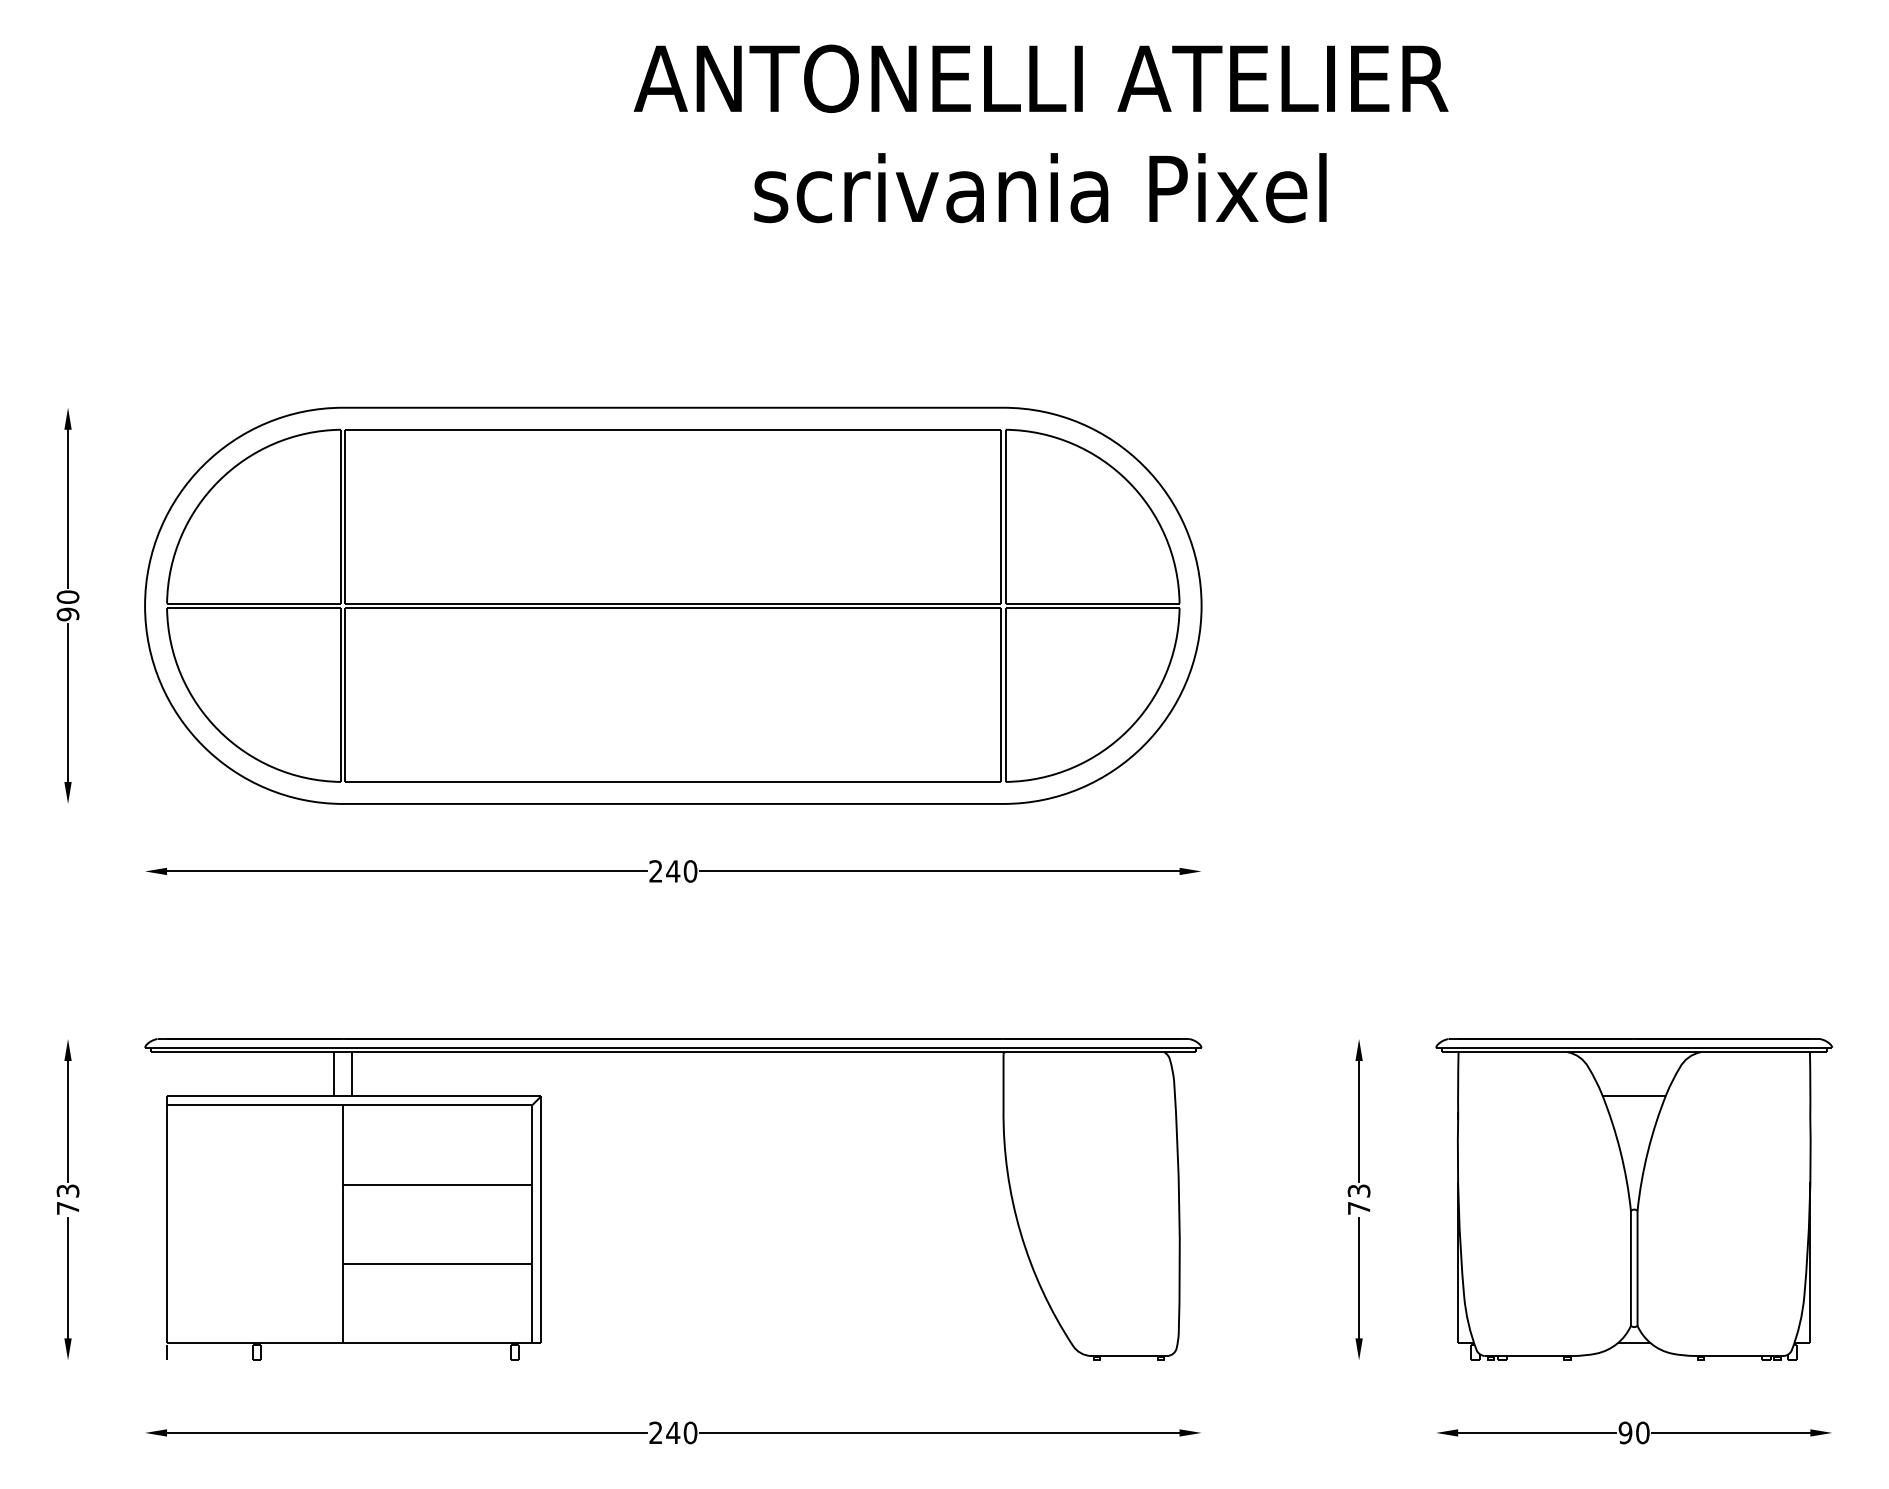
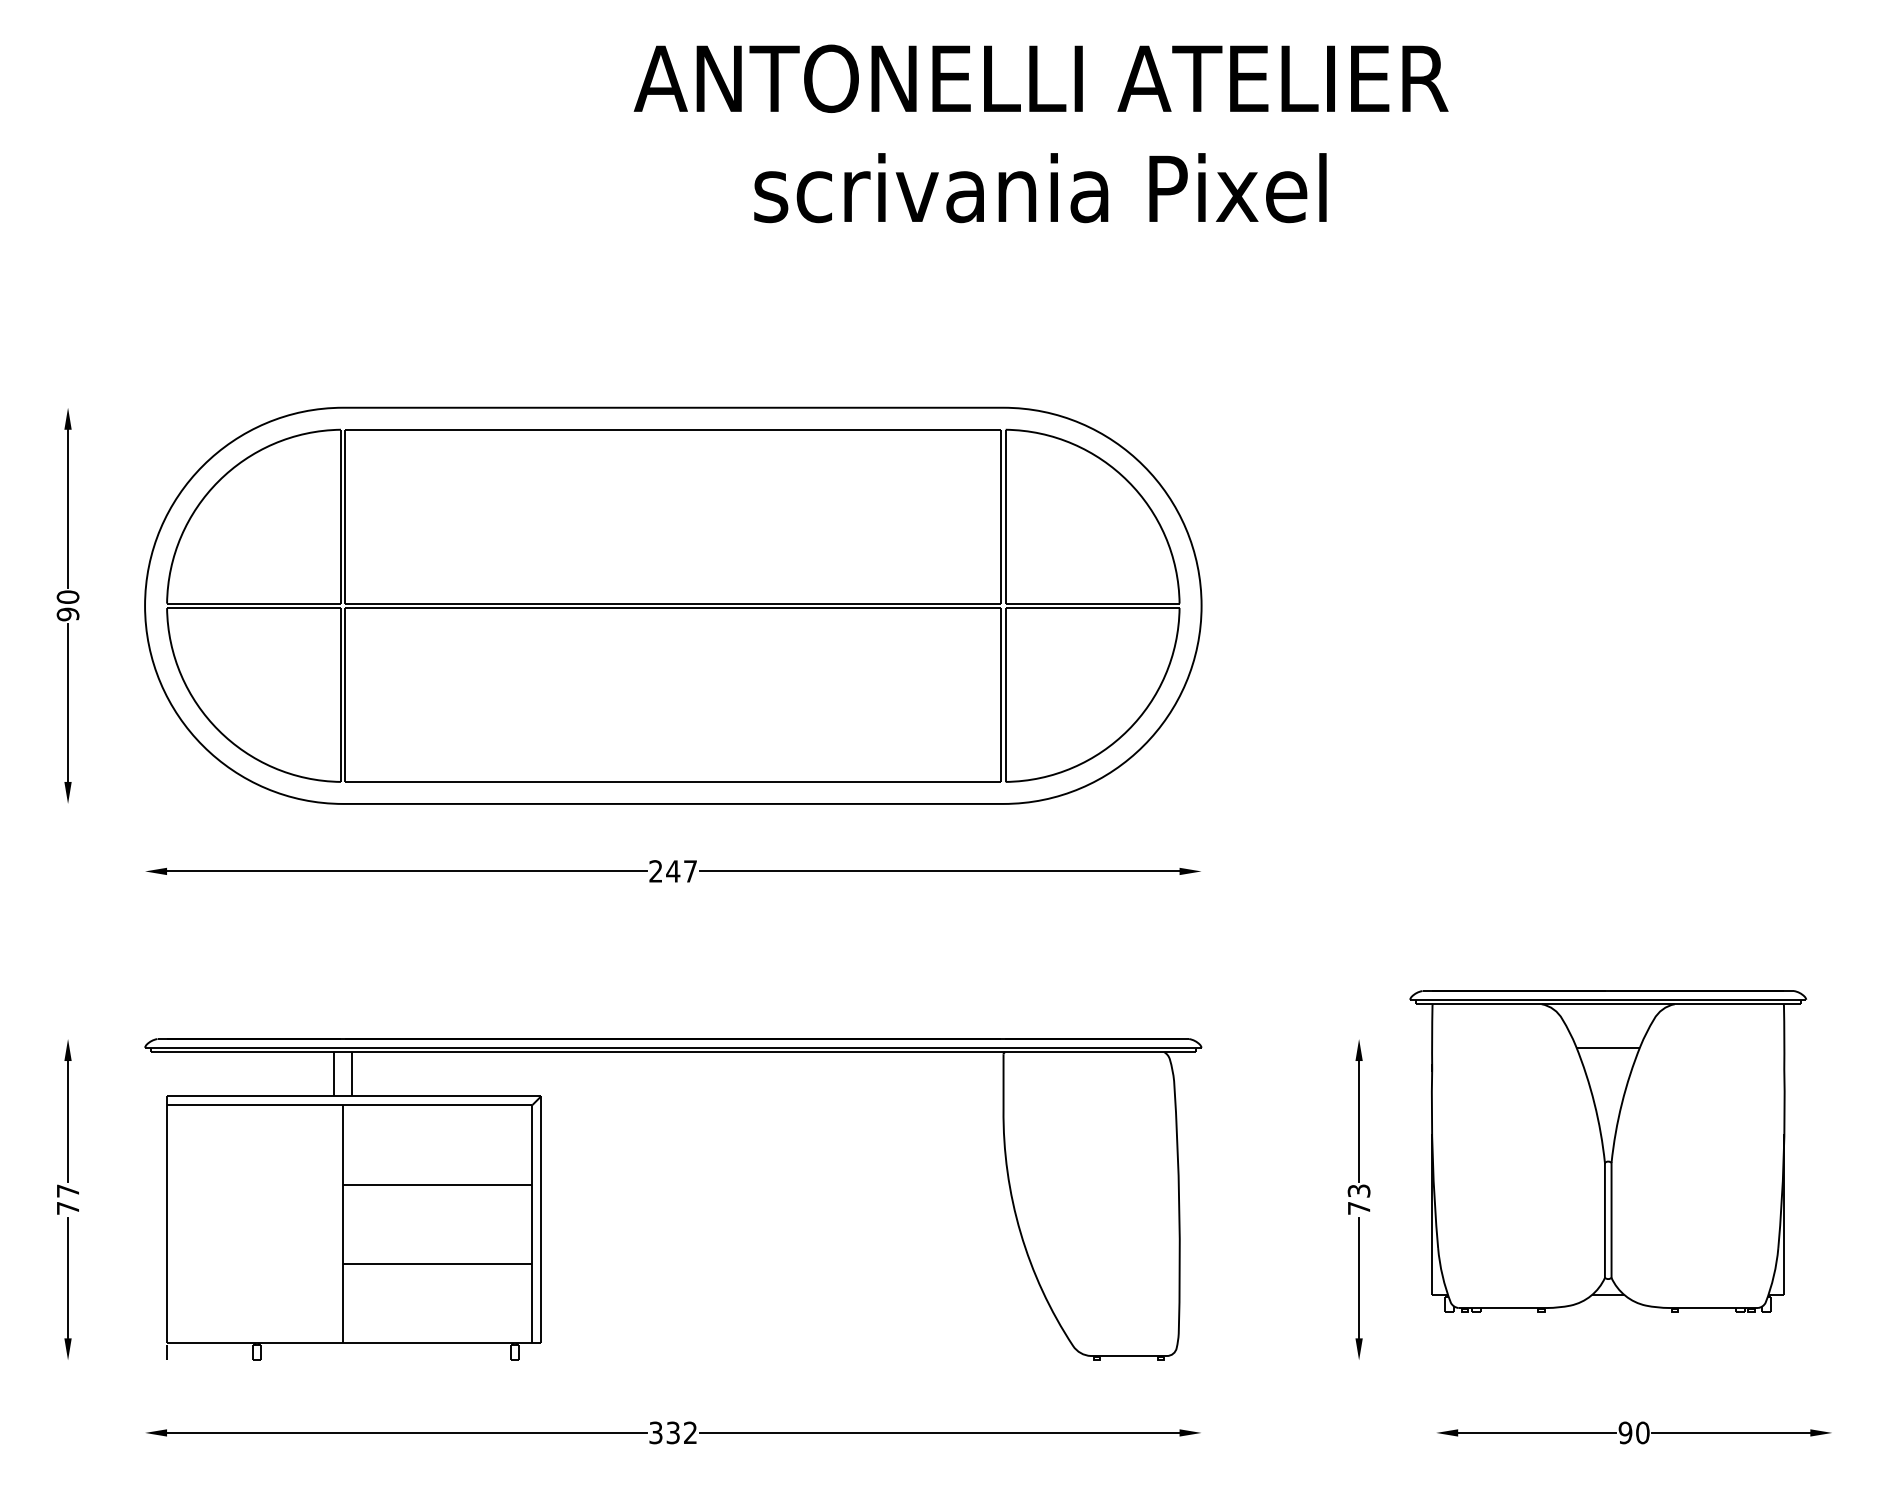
text at (690, 871): 240 -> 247
text at (67, 1190): 73 -> 77
part at (1634, 1199) position: (1634, 1199) -> (1608, 1151)
text at (673, 1432): 240 -> 332
